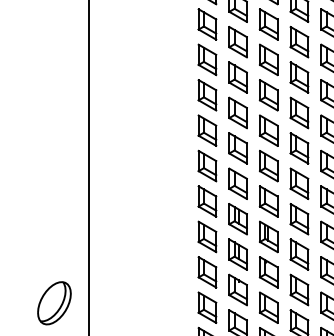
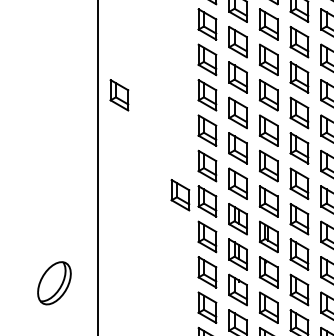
part at (119, 95): none -> present
line at (89, 167) position: (89, 167) -> (98, 167)
part at (180, 195): none -> present
part at (54, 303) position: (54, 303) -> (54, 283)
